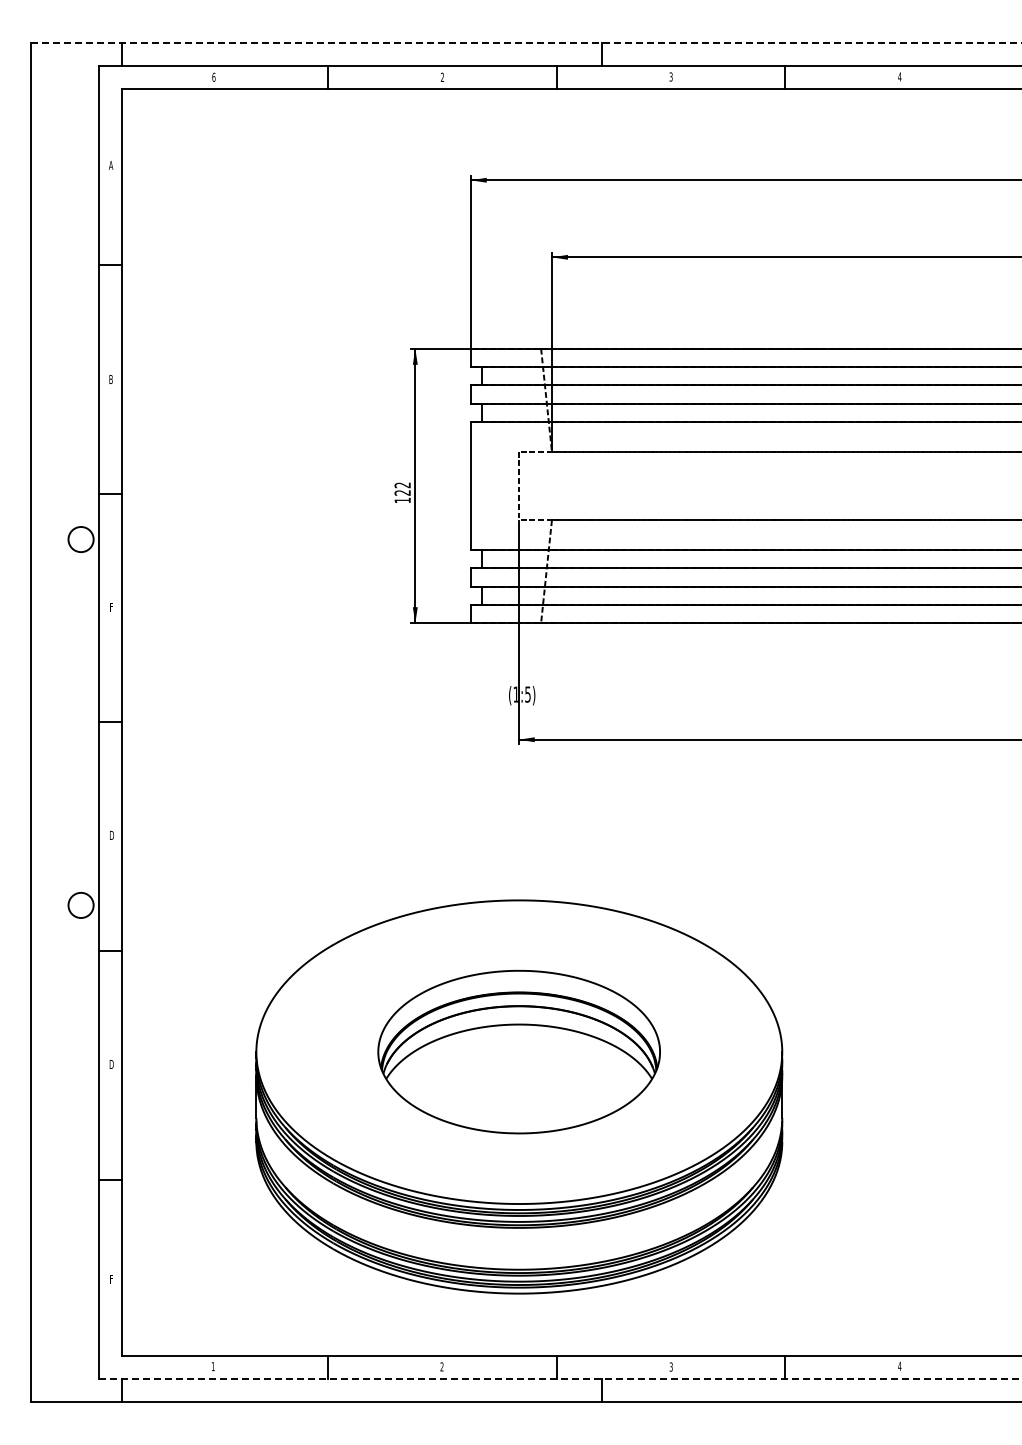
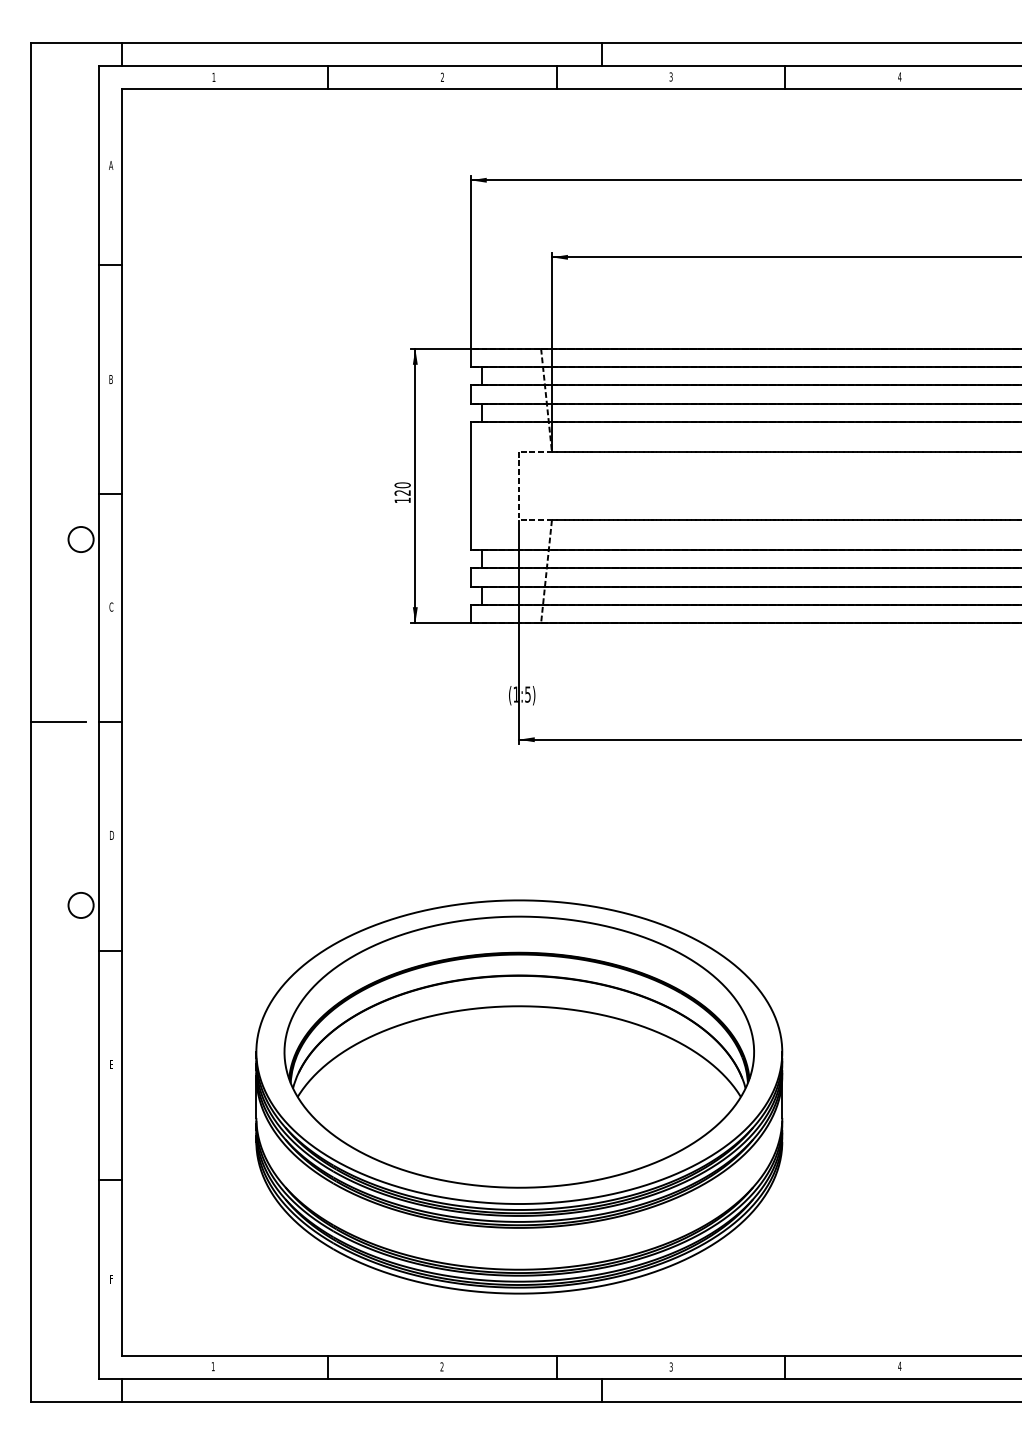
line at (526, 43): dashed -> solid
text at (213, 76): 6 -> 1
text at (402, 485): 122 -> 120
text at (111, 606): F -> C
line at (57, 722): none -> present
part at (518, 1051) size: 284x166 px -> 472x274 px
text at (111, 1063): D -> E
line at (560, 1378): dashed -> solid
